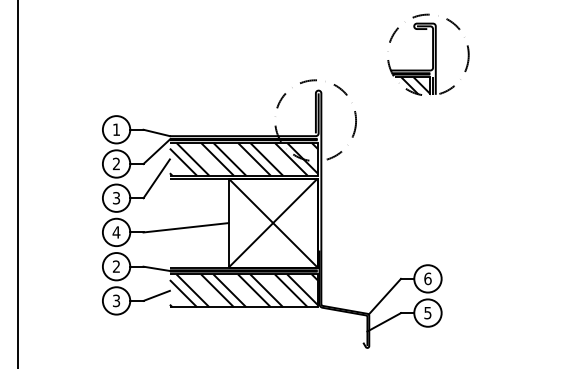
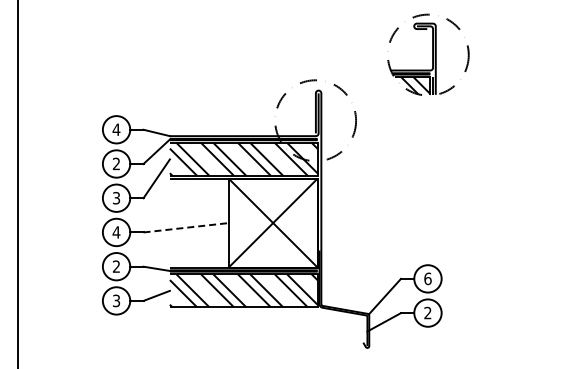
text at (116, 129): 1 -> 4
line at (186, 227): solid -> dashed
text at (427, 312): 5 -> 2
